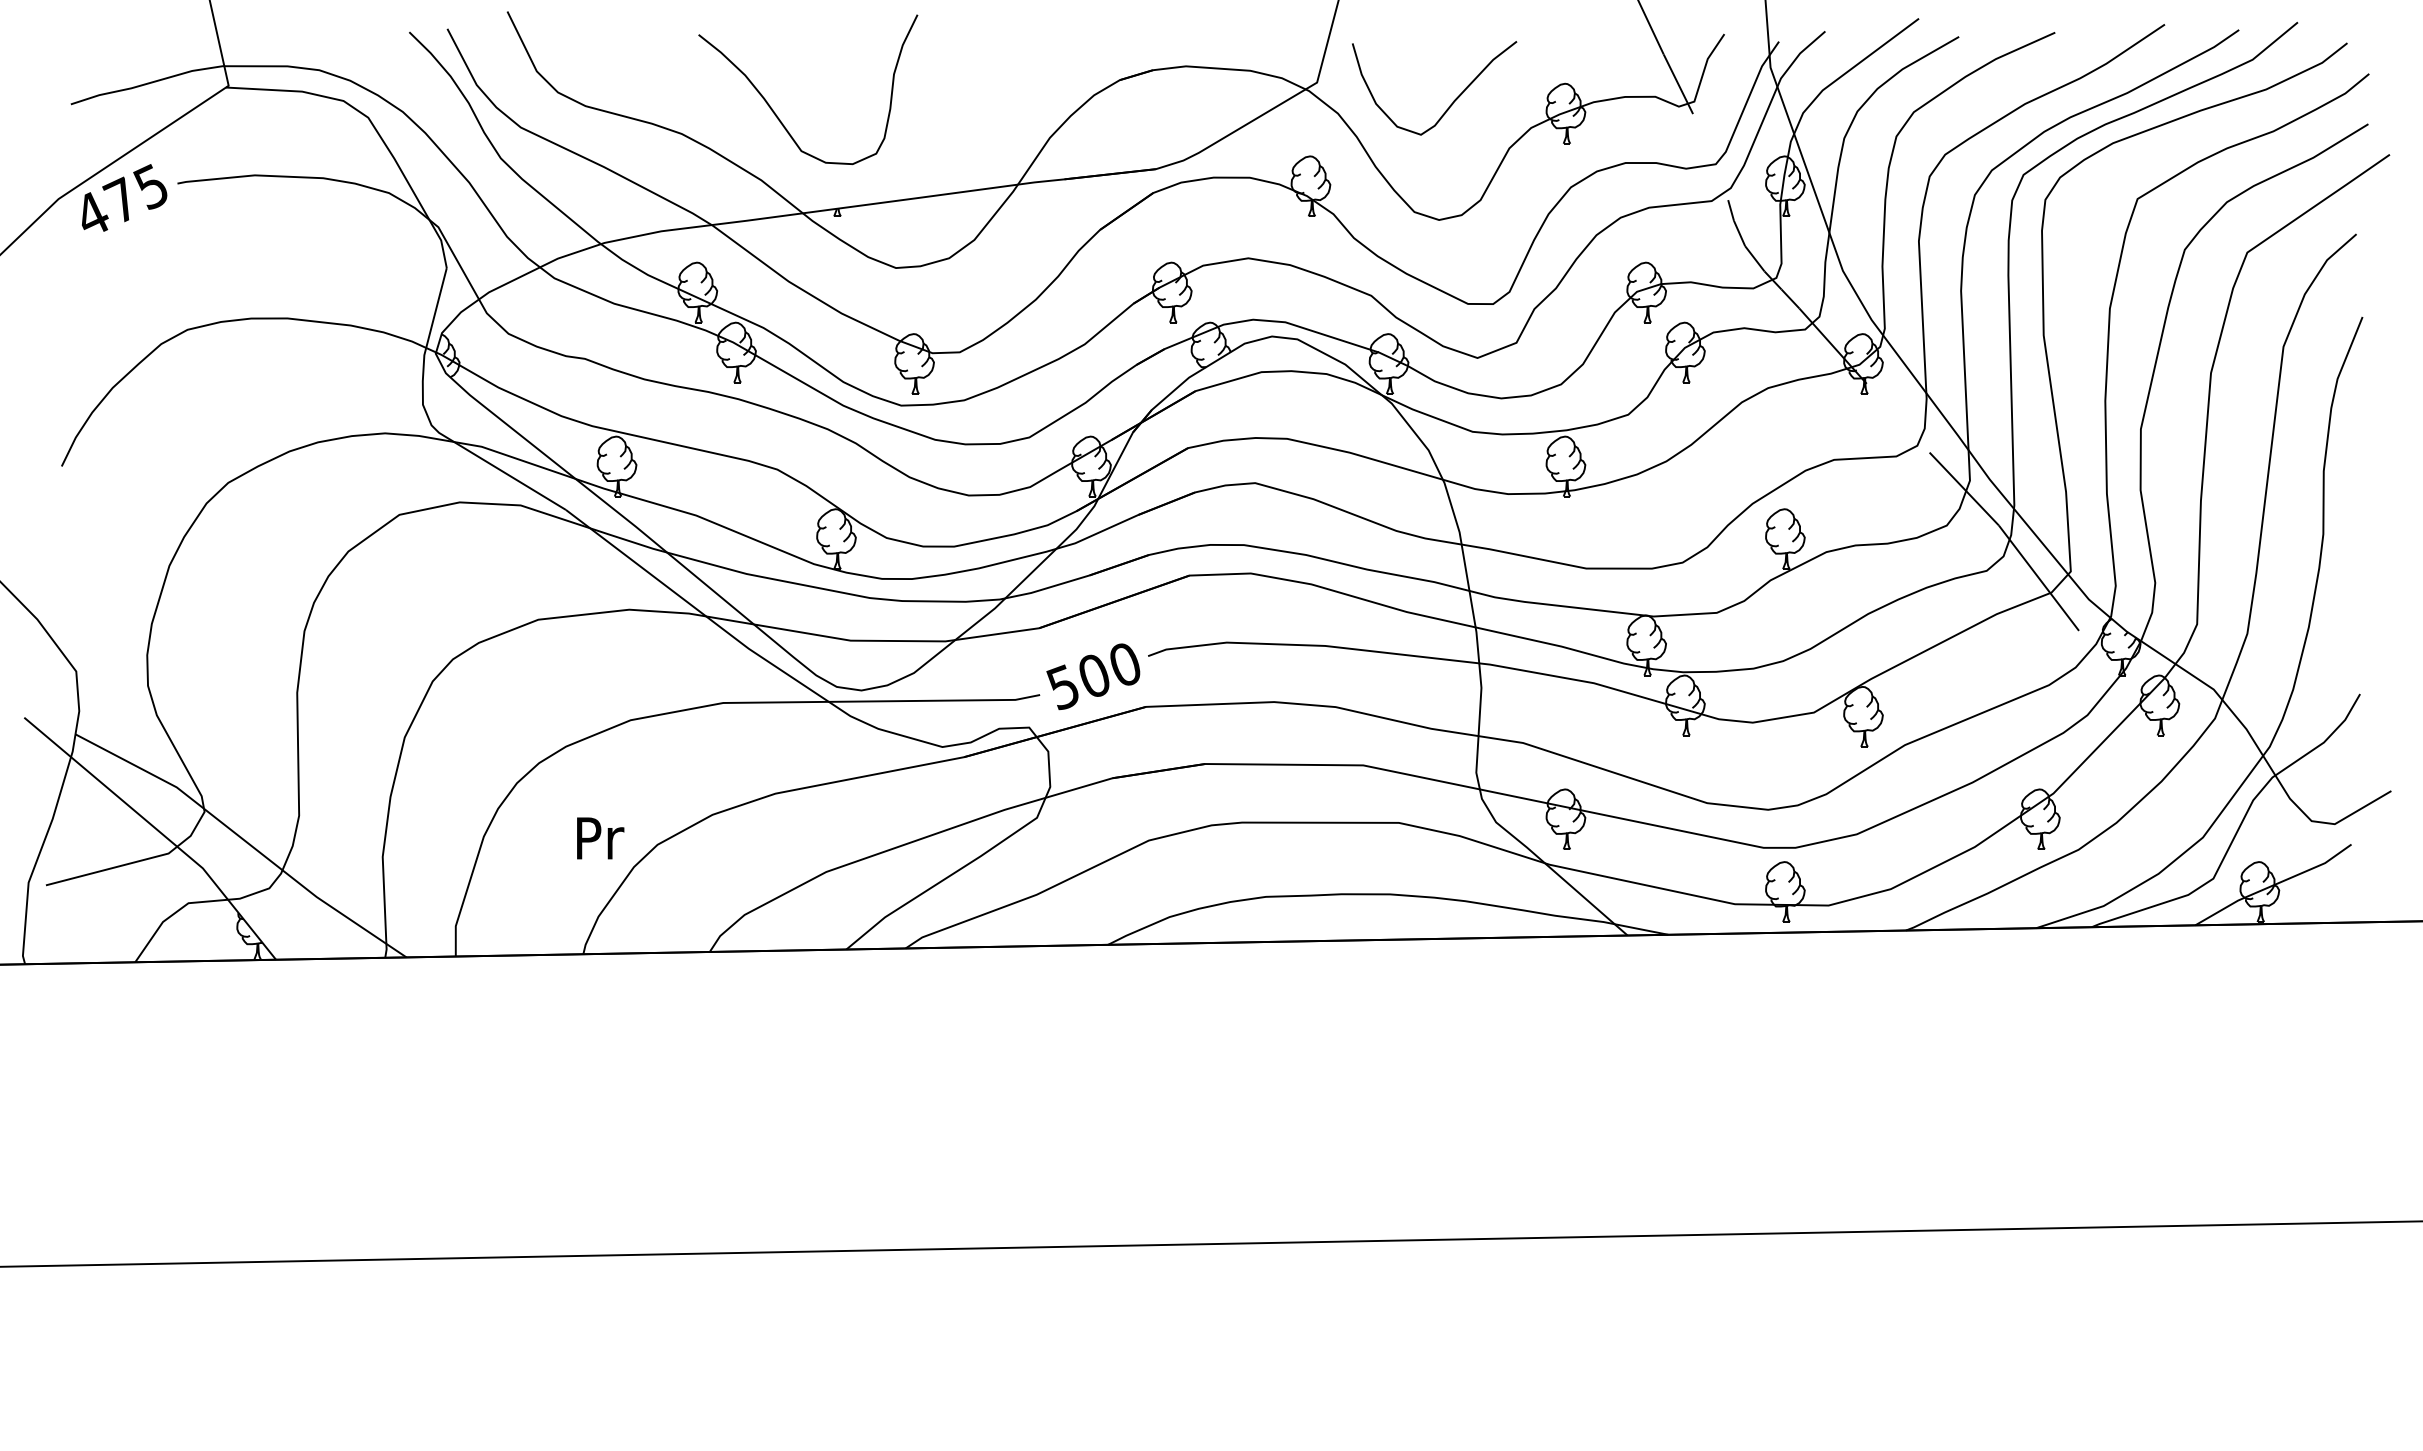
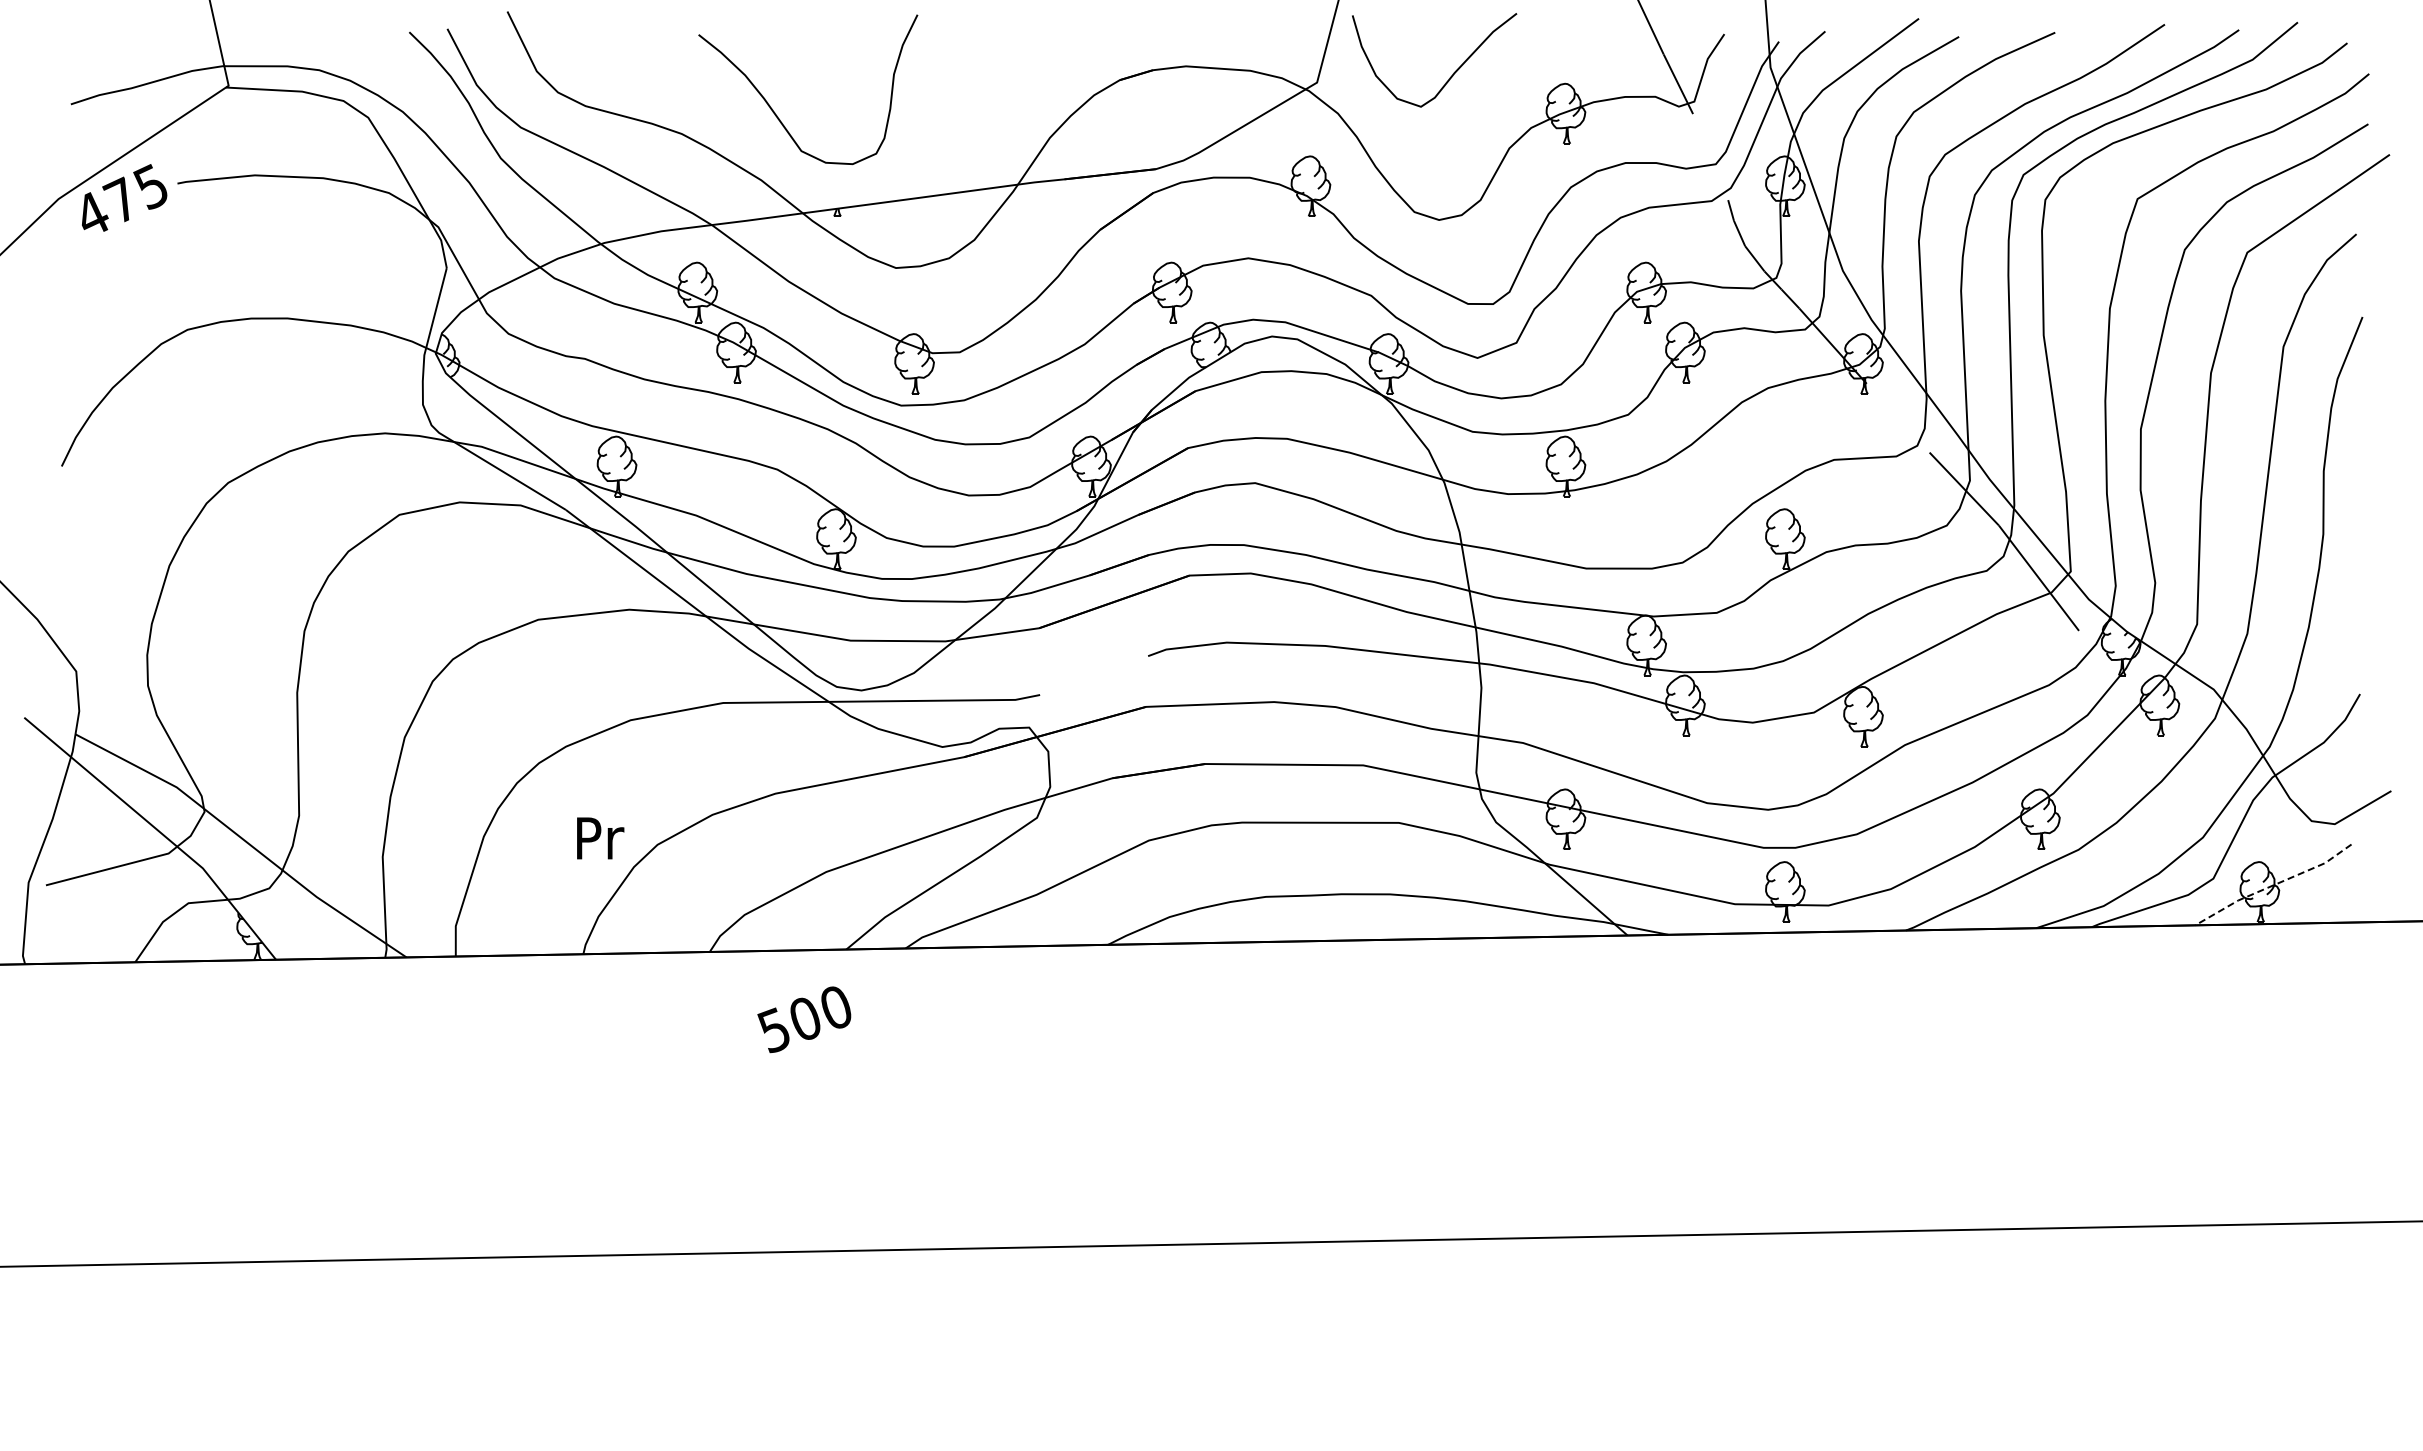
curve at (1453, 100) position: (1453, 100) -> (1453, 72)
text at (1093, 676) position: (1093, 676) -> (804, 1019)
line at (2273, 885): solid -> dashed
